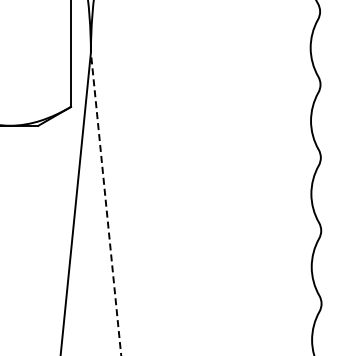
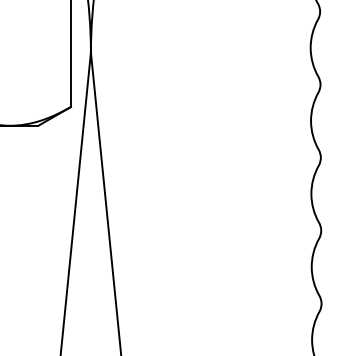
line at (106, 203): dashed -> solid
